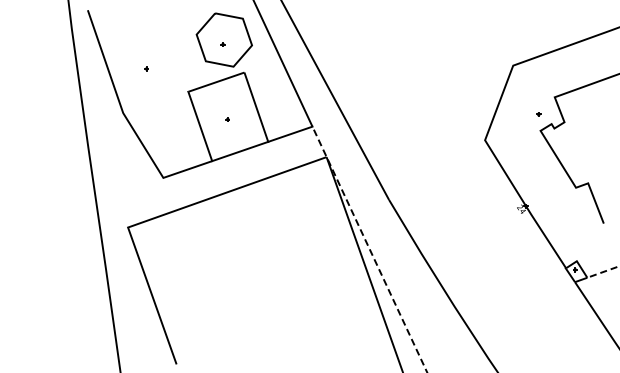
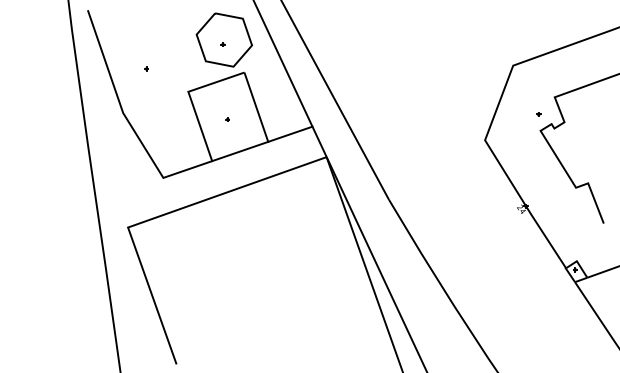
line at (369, 249): dashed -> solid
line at (603, 272): dashed -> solid
